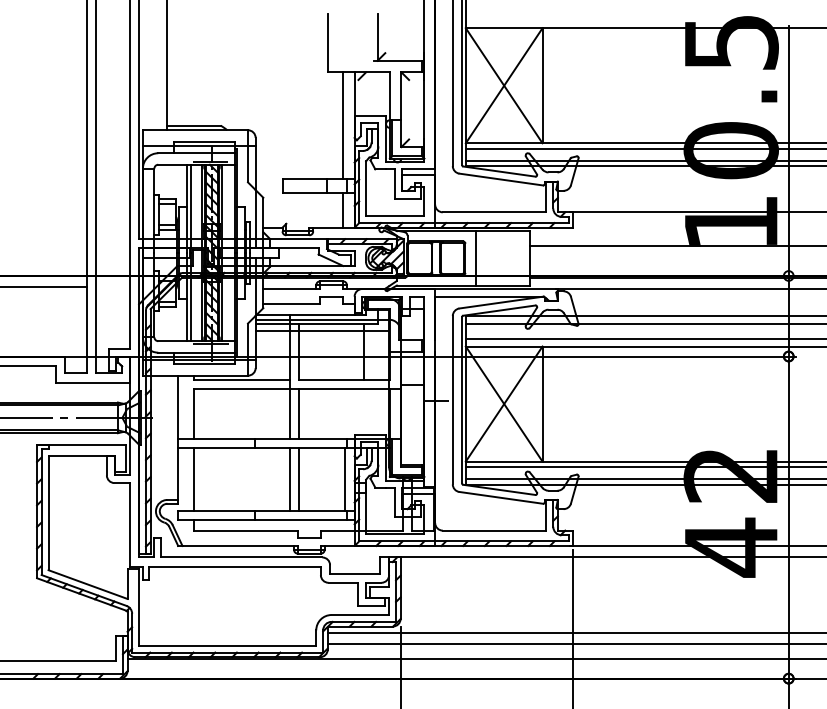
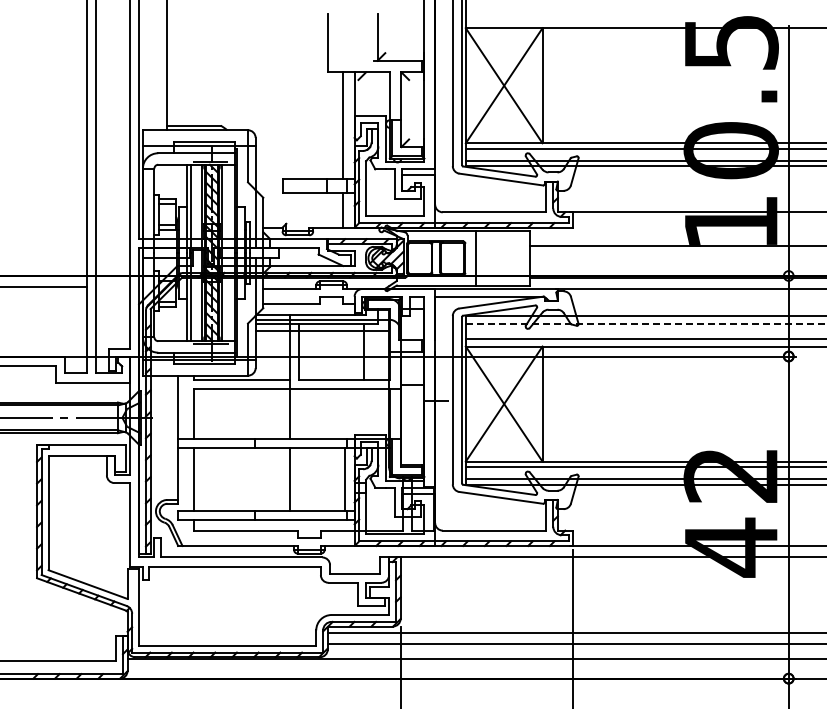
line at (646, 323): solid -> dashed
line at (299, 413): present -> none
line at (299, 478): present -> none
